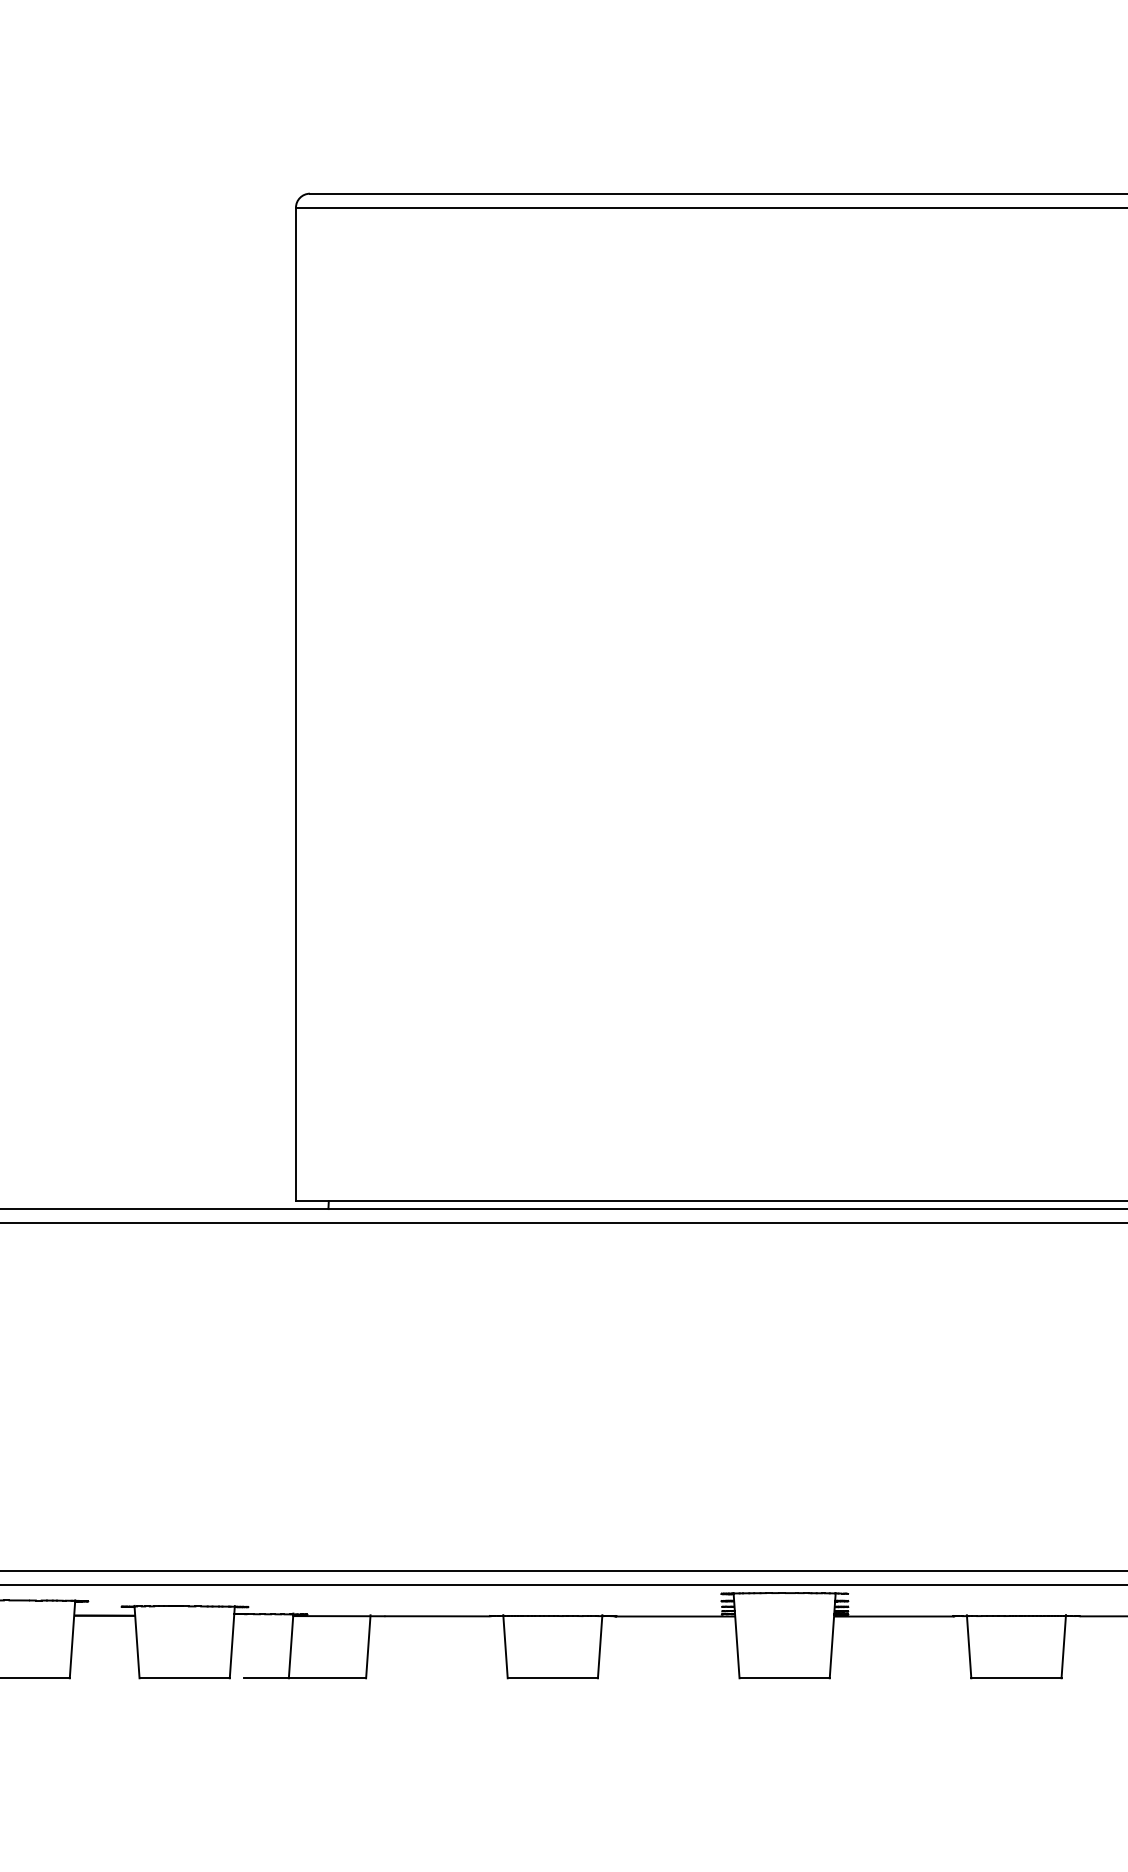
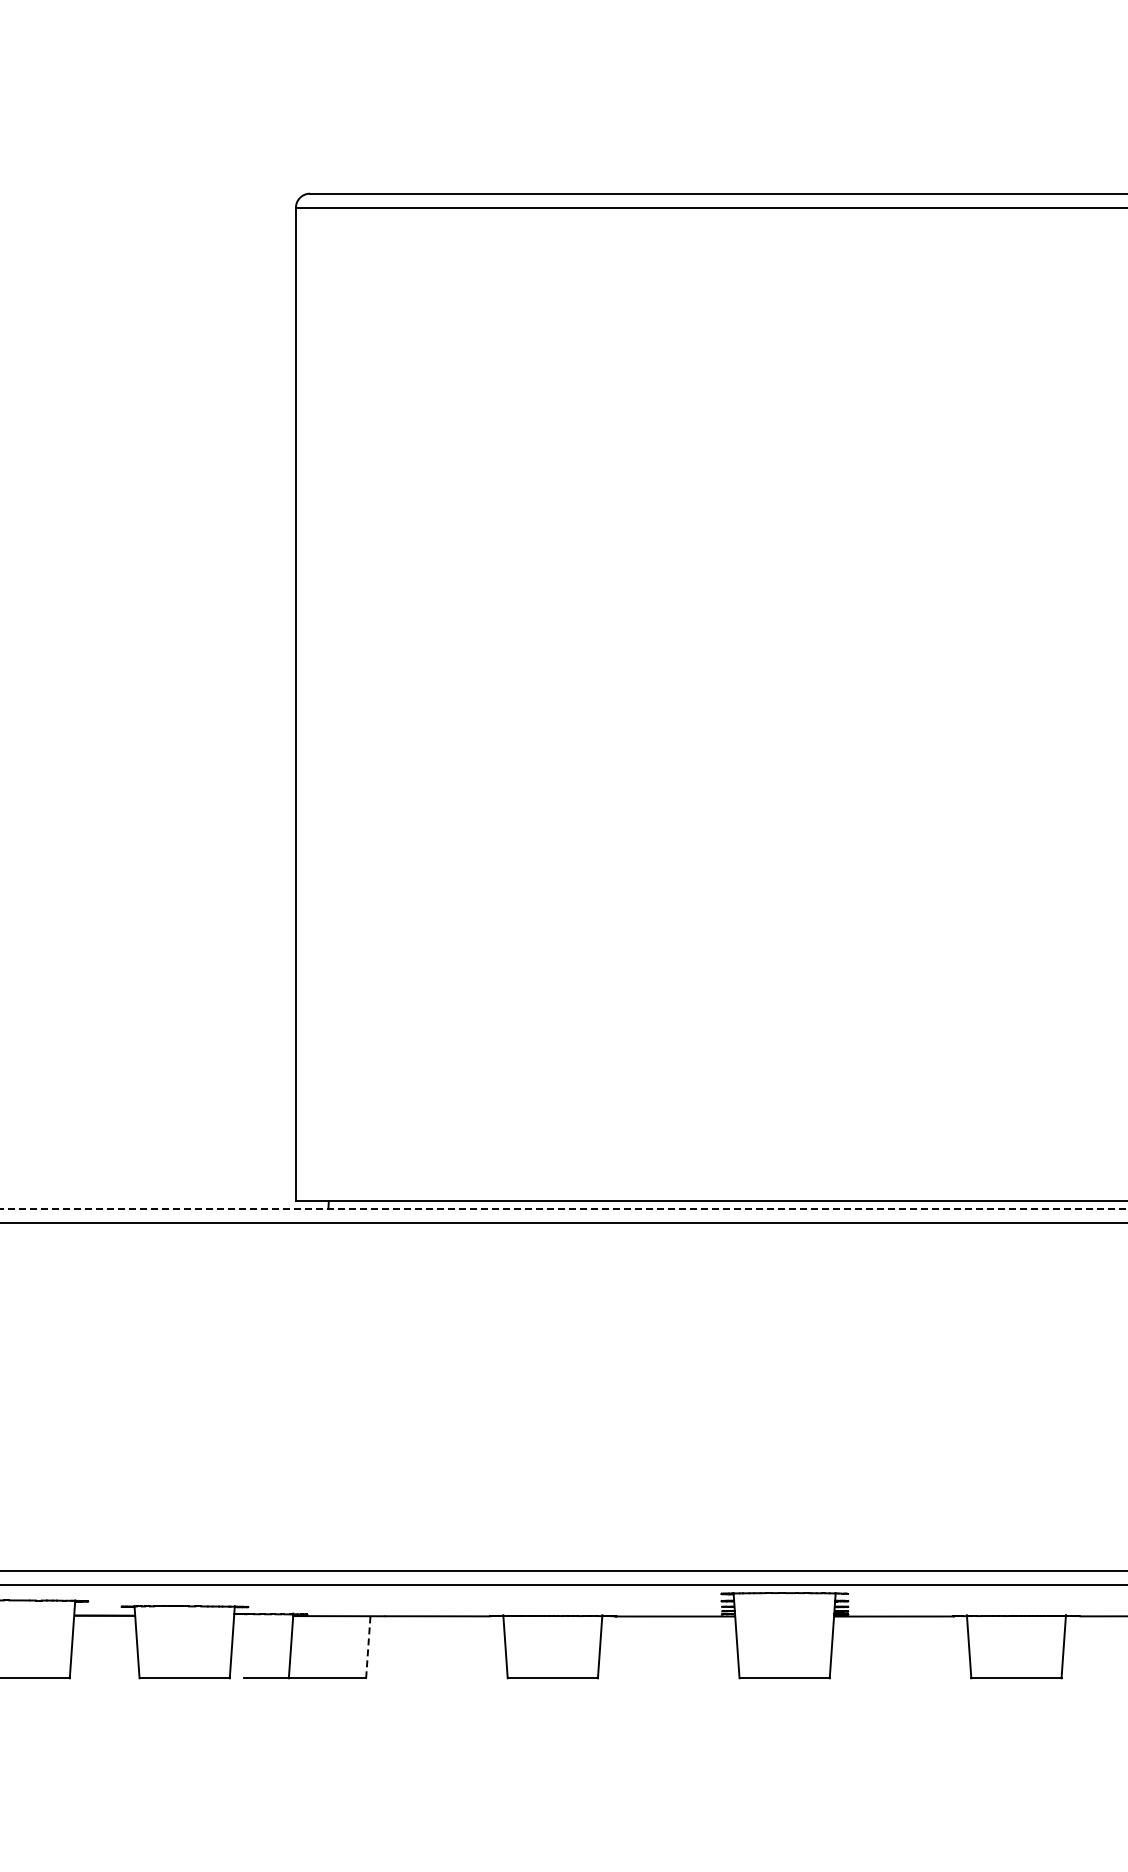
line at (564, 1209): solid -> dashed
line at (368, 1646): solid -> dashed
